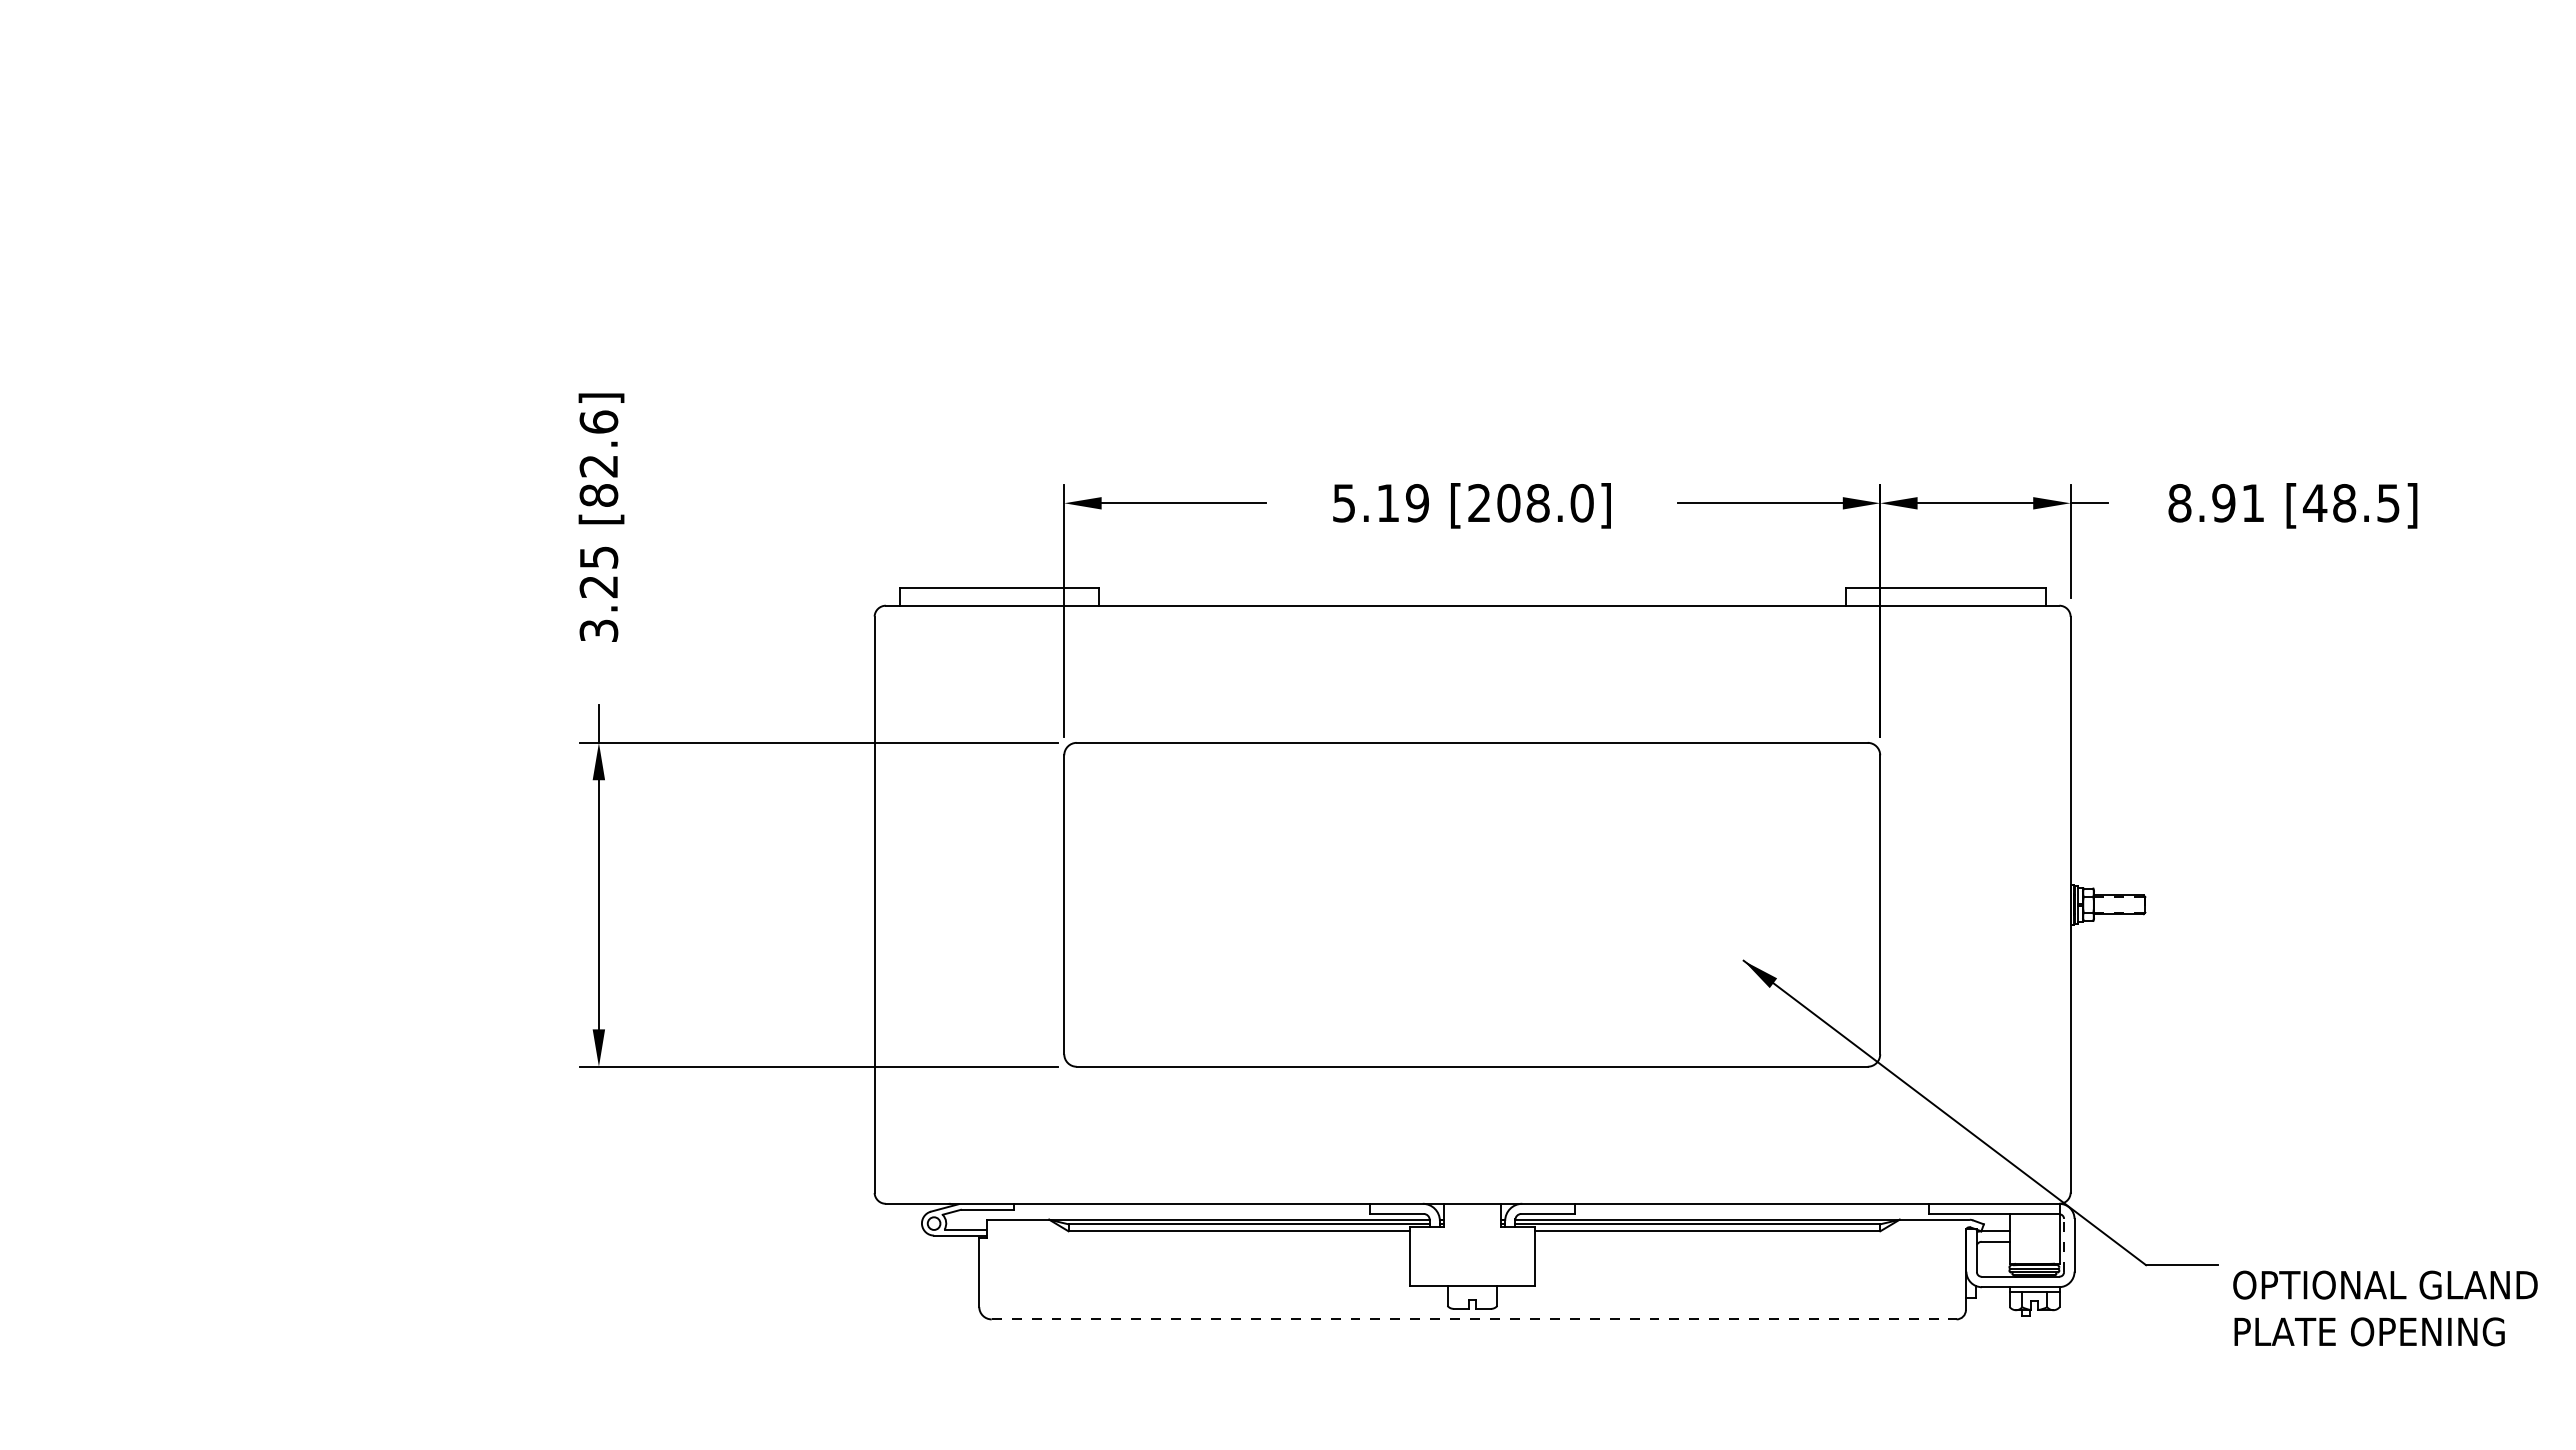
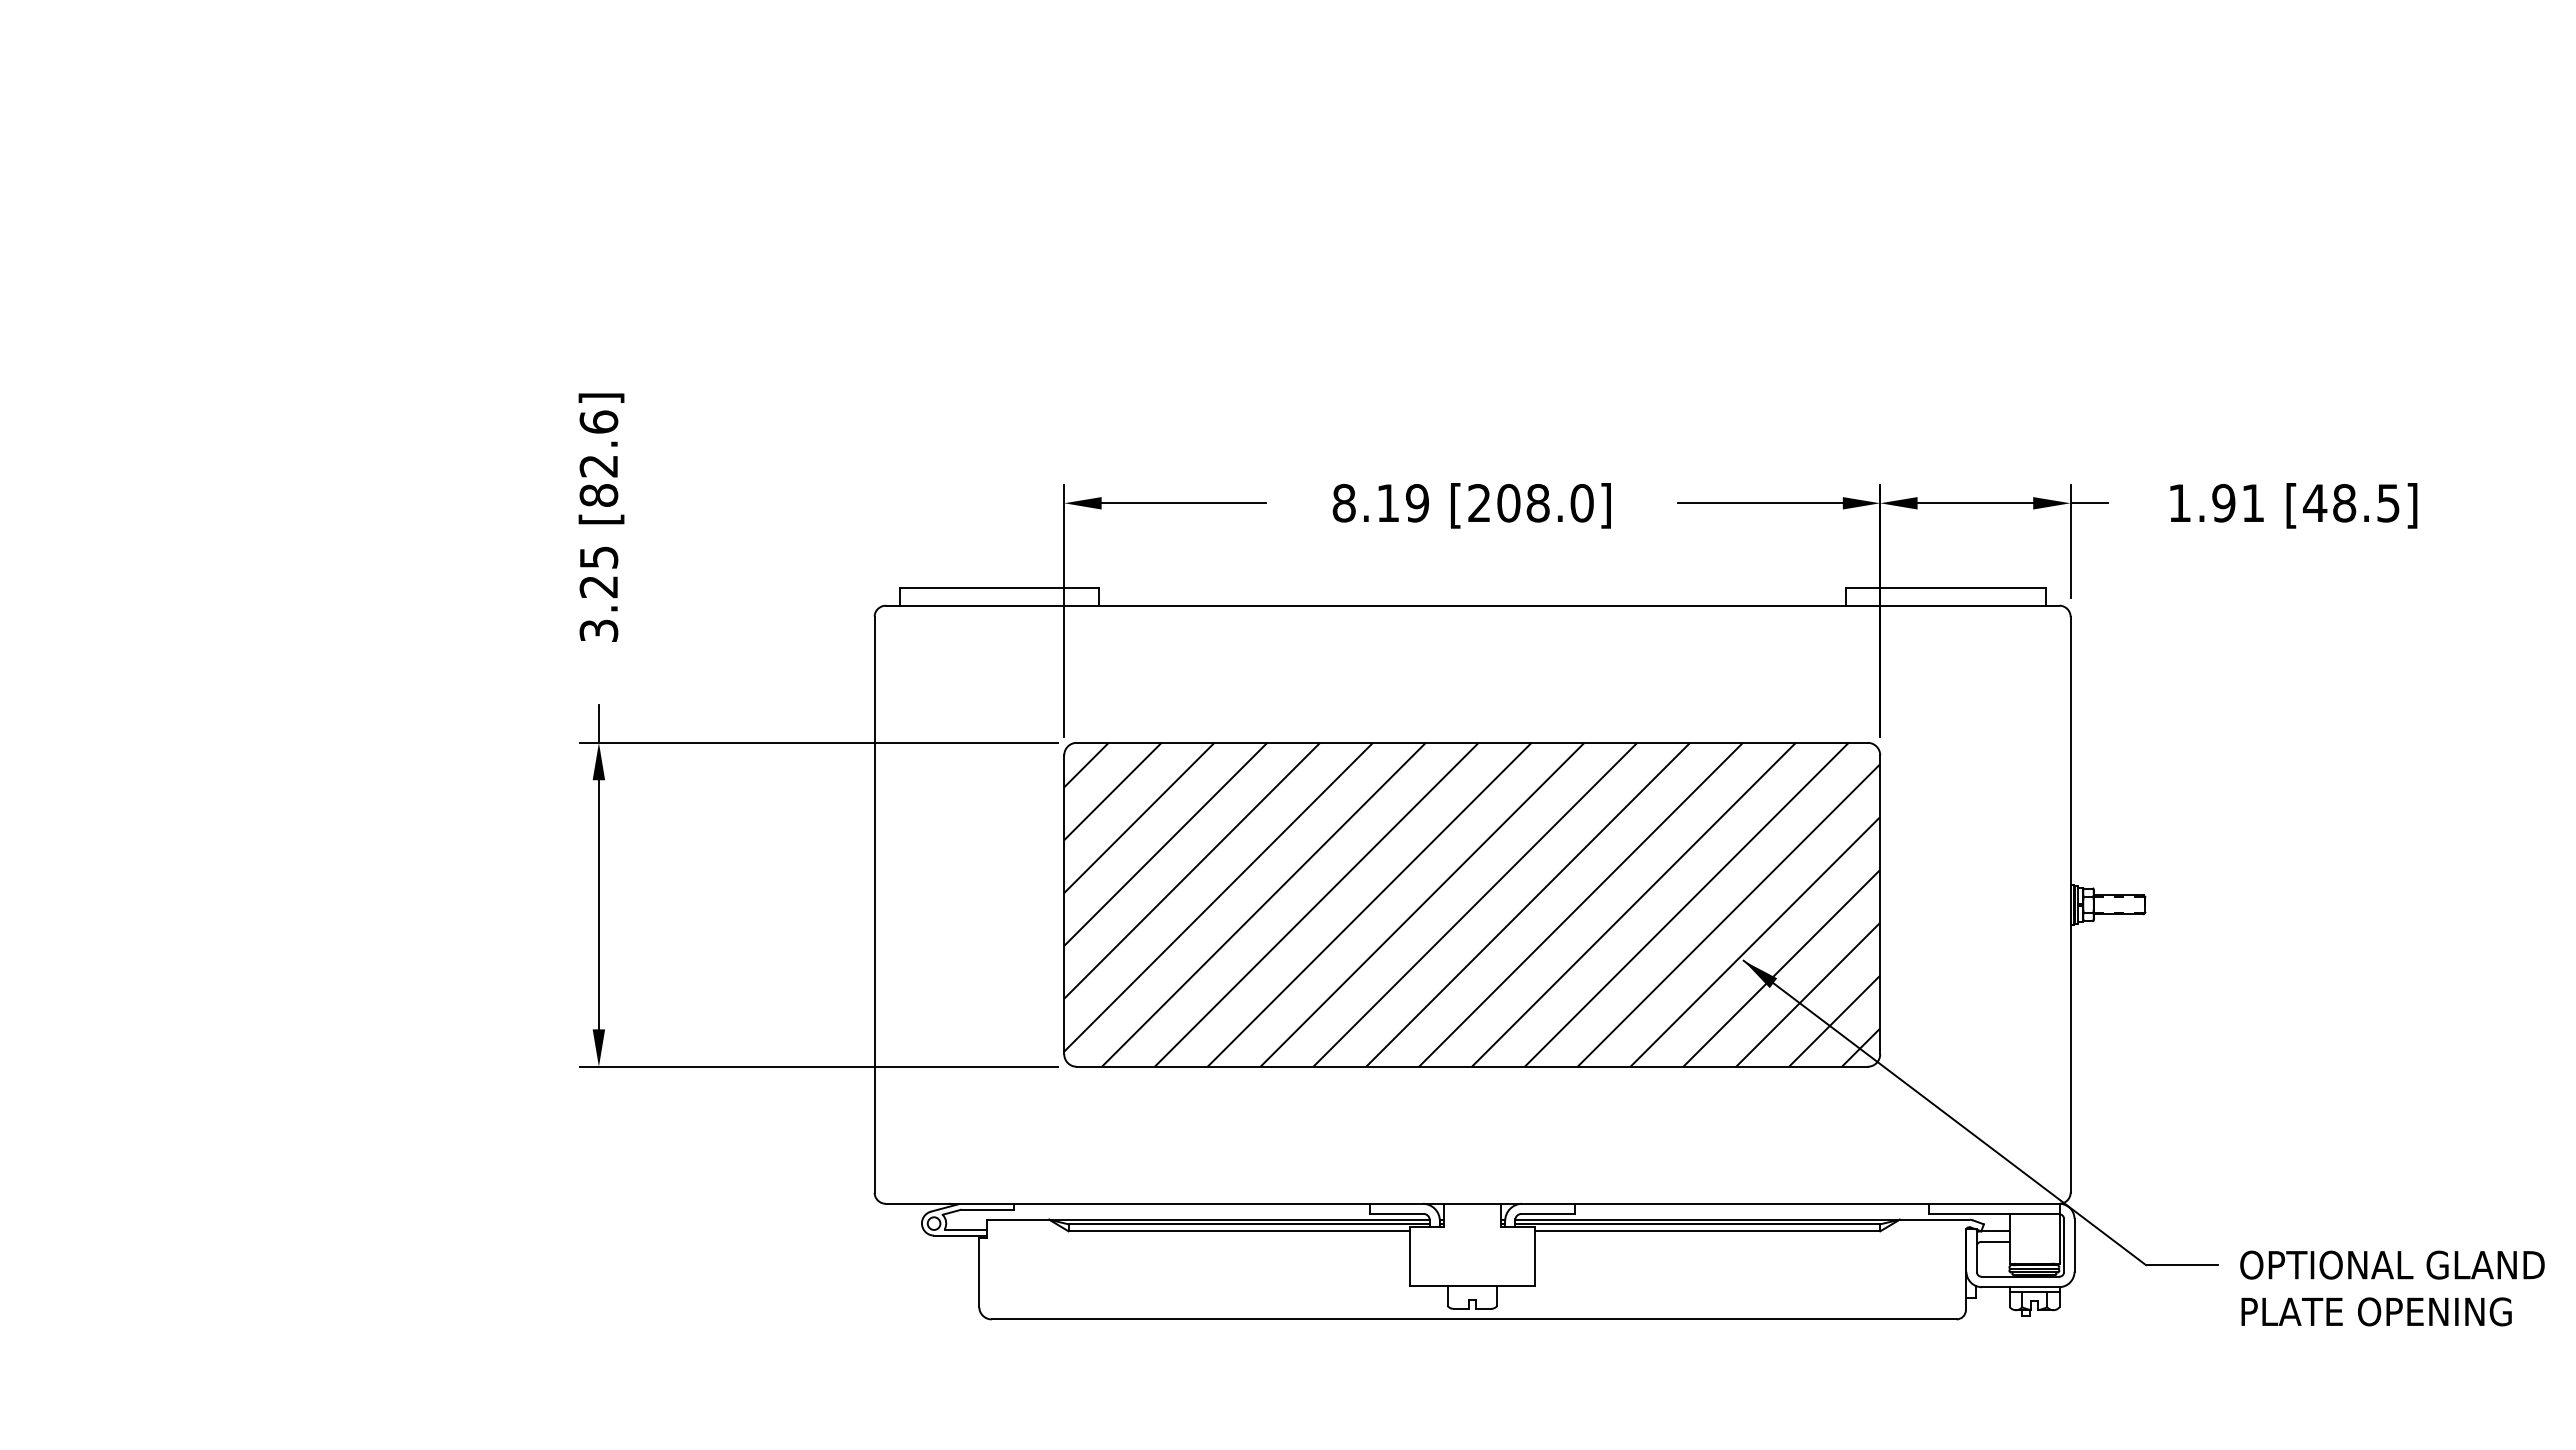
text at (1343, 503): 5.19 -> 8.19
text at (2179, 503): 8.91 -> 1.91
hatch at (1472, 904): none -> present
line at (2064, 1245): dashed -> solid
text at (2385, 1308) position: (2385, 1308) -> (2392, 1288)
line at (1474, 1319): dashed -> solid
